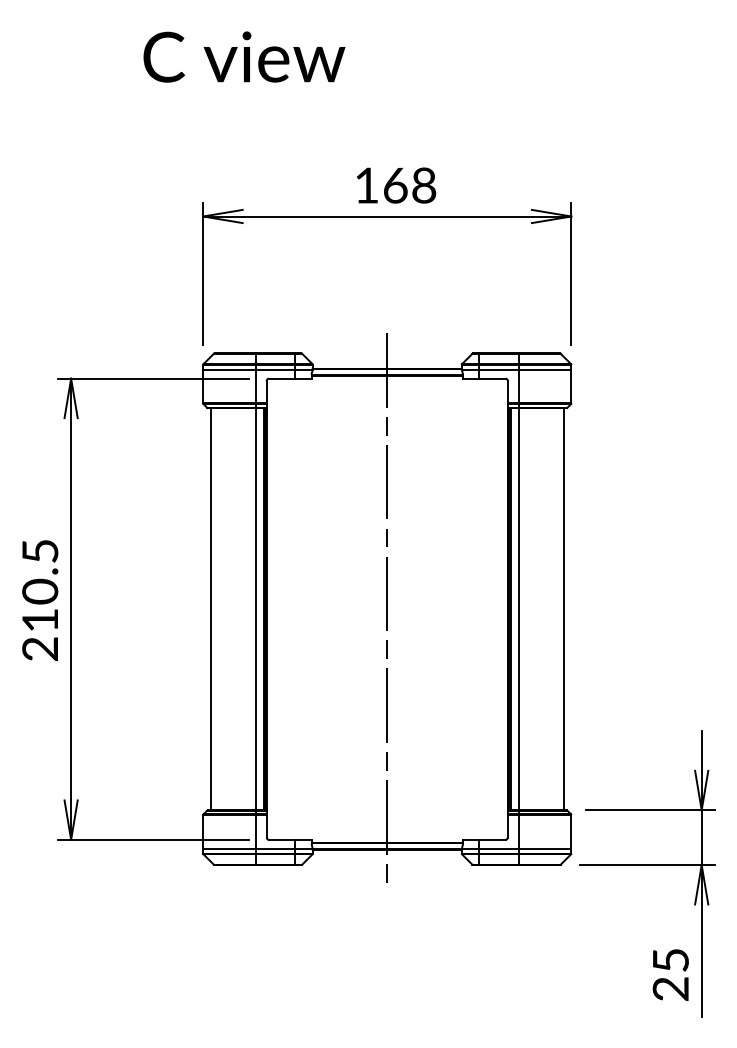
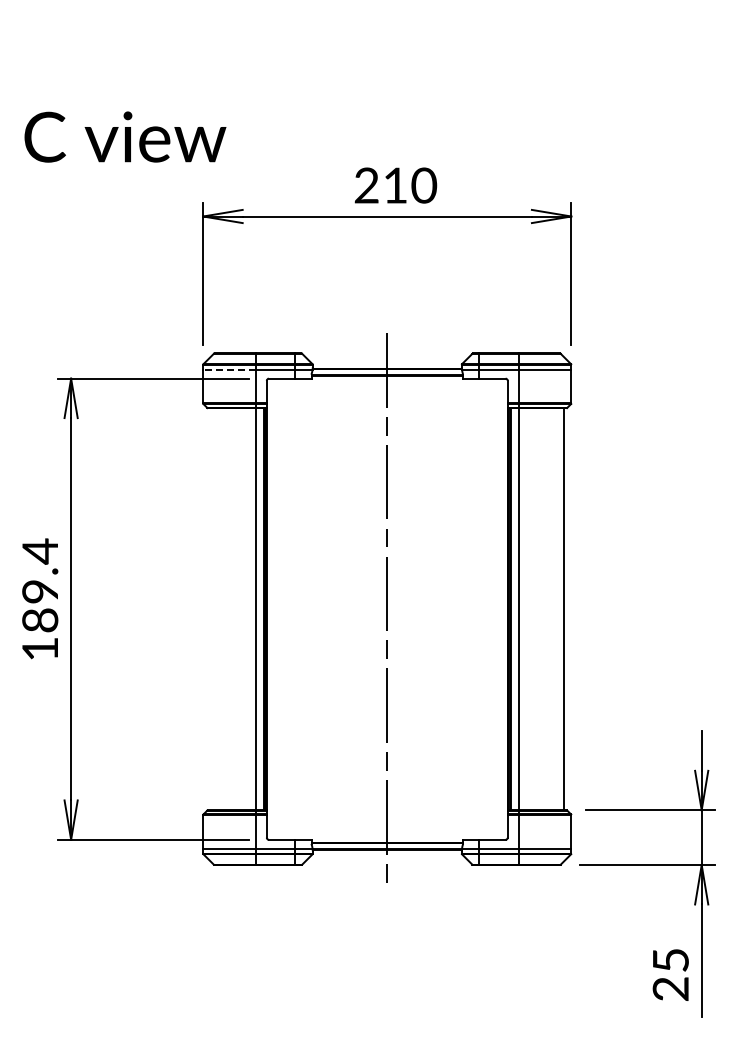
text at (244, 56) position: (244, 56) -> (125, 136)
text at (395, 185): 168 -> 210
line at (229, 369): solid -> dashed
text at (40, 599): 210.5 -> 189.4
line at (210, 609): present -> none
